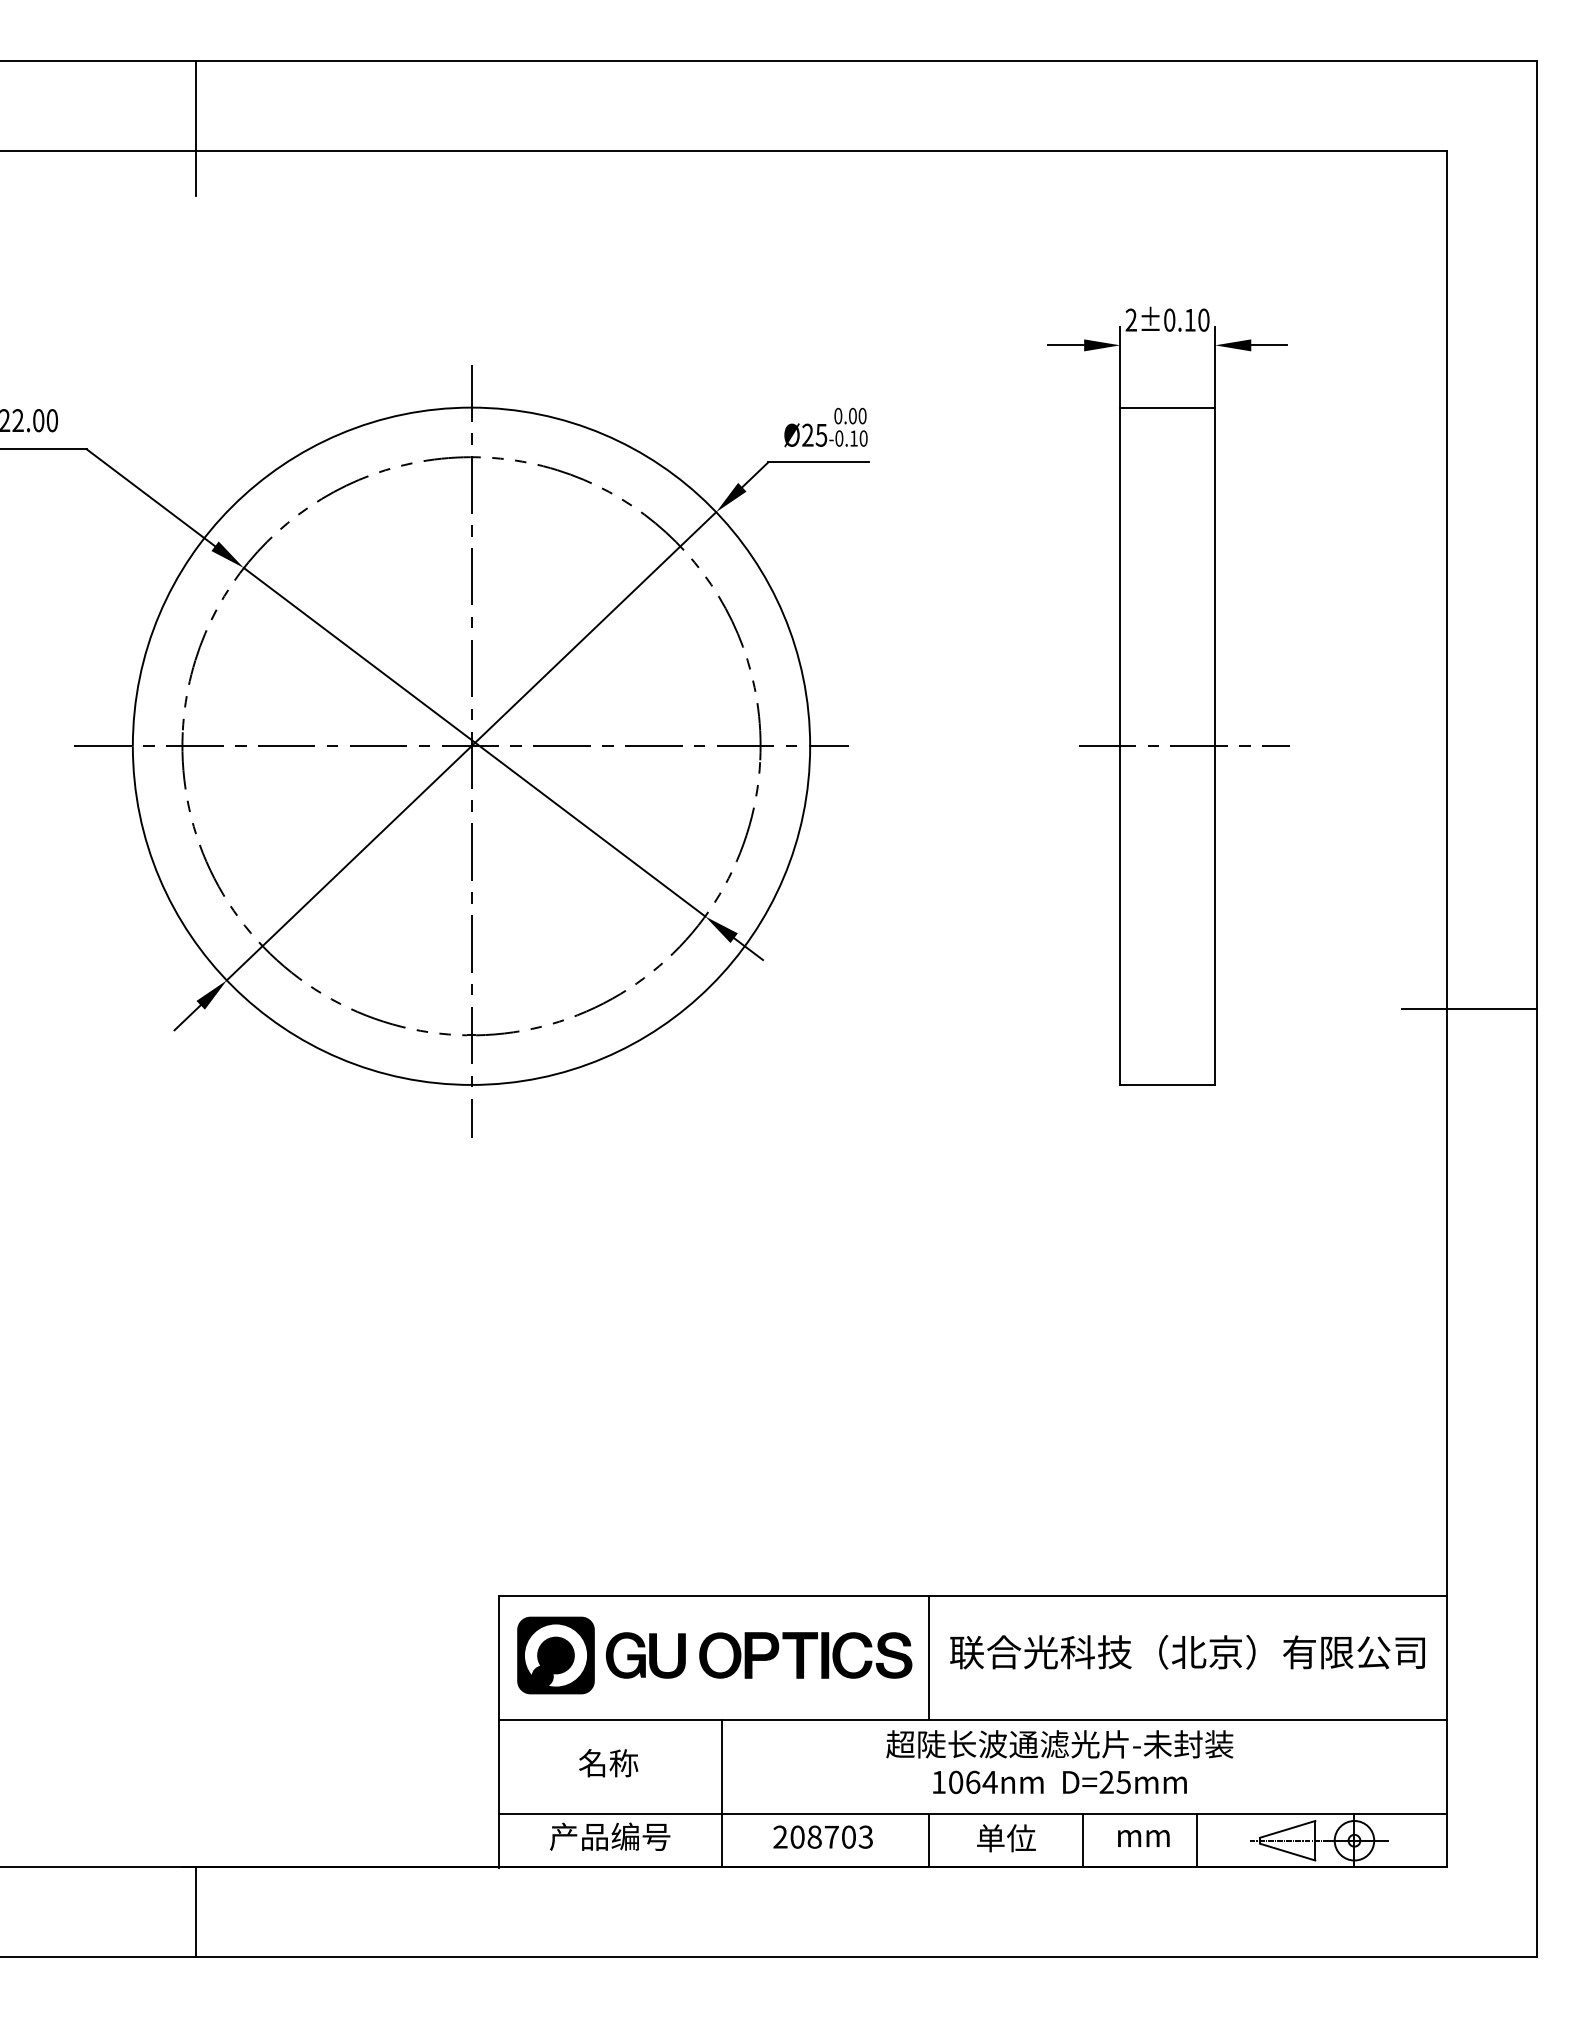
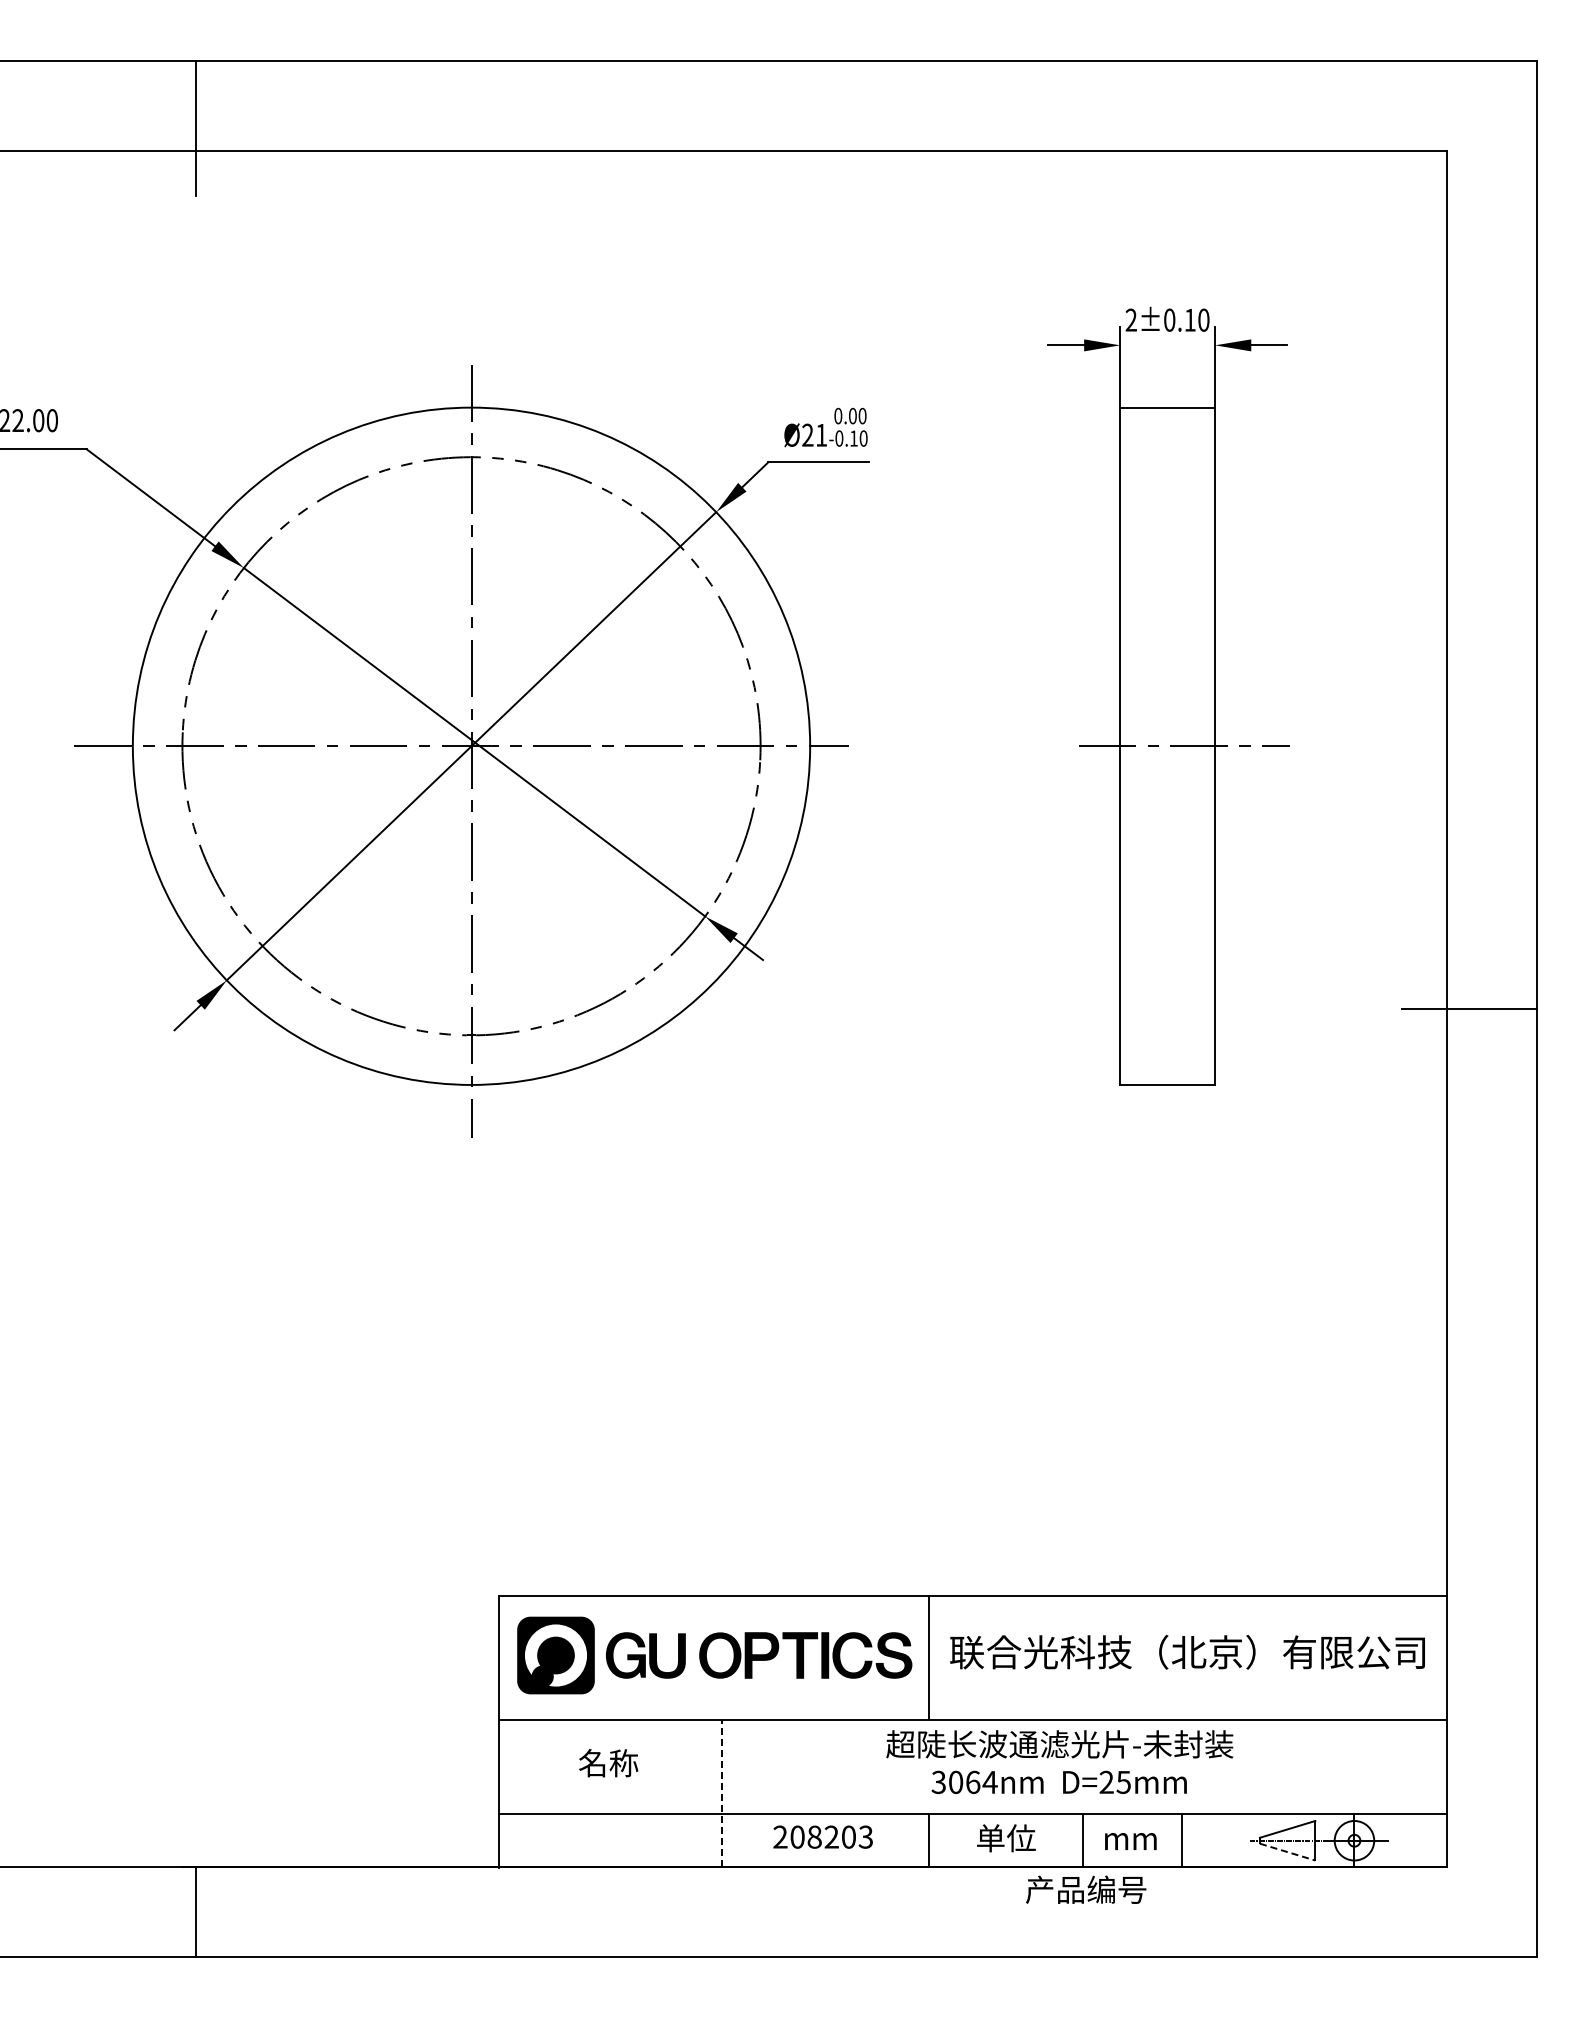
text at (821, 435): Ø25 -> Ø21
text at (938, 1782): 1064nm -> 3064nm
line at (722, 1793): solid -> dashed
text at (610, 1836) position: (610, 1836) -> (1086, 1889)
text at (831, 1836): 208703 -> 208203
text at (1143, 1838) position: (1143, 1838) -> (1130, 1841)
line at (1196, 1840) position: (1196, 1840) -> (1181, 1840)
line at (1287, 1852): solid -> dashed
